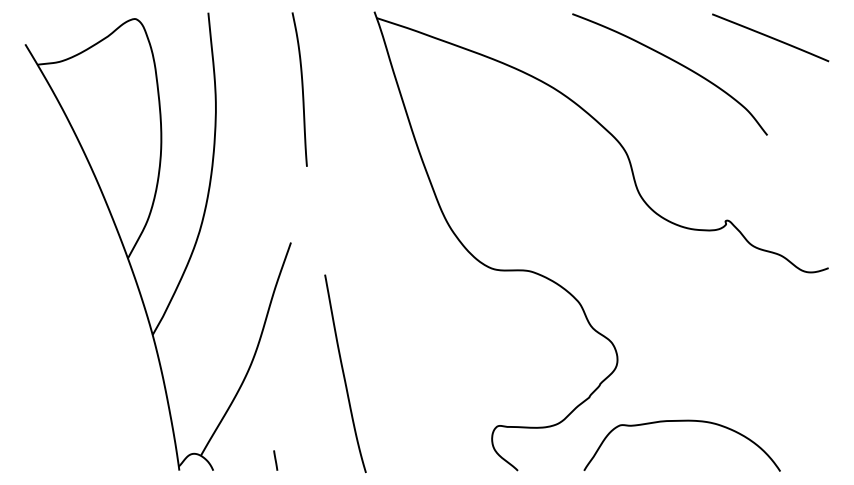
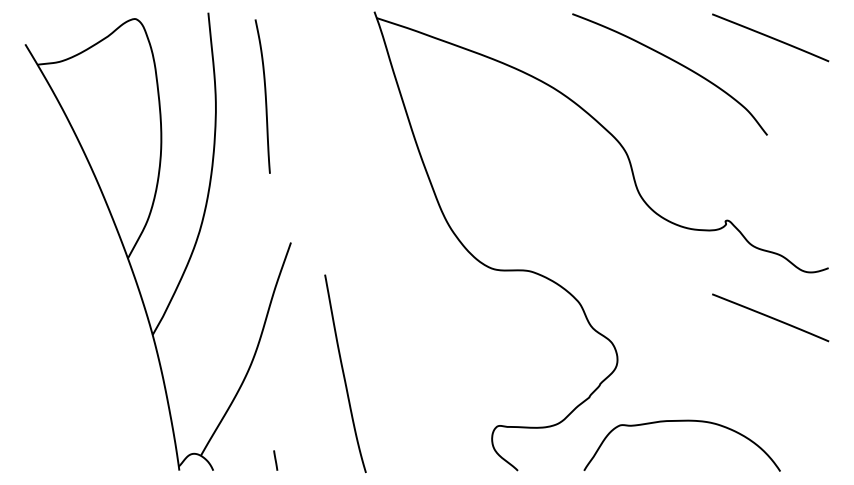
curve at (301, 89) position: (301, 89) -> (264, 96)
line at (770, 317): none -> present
